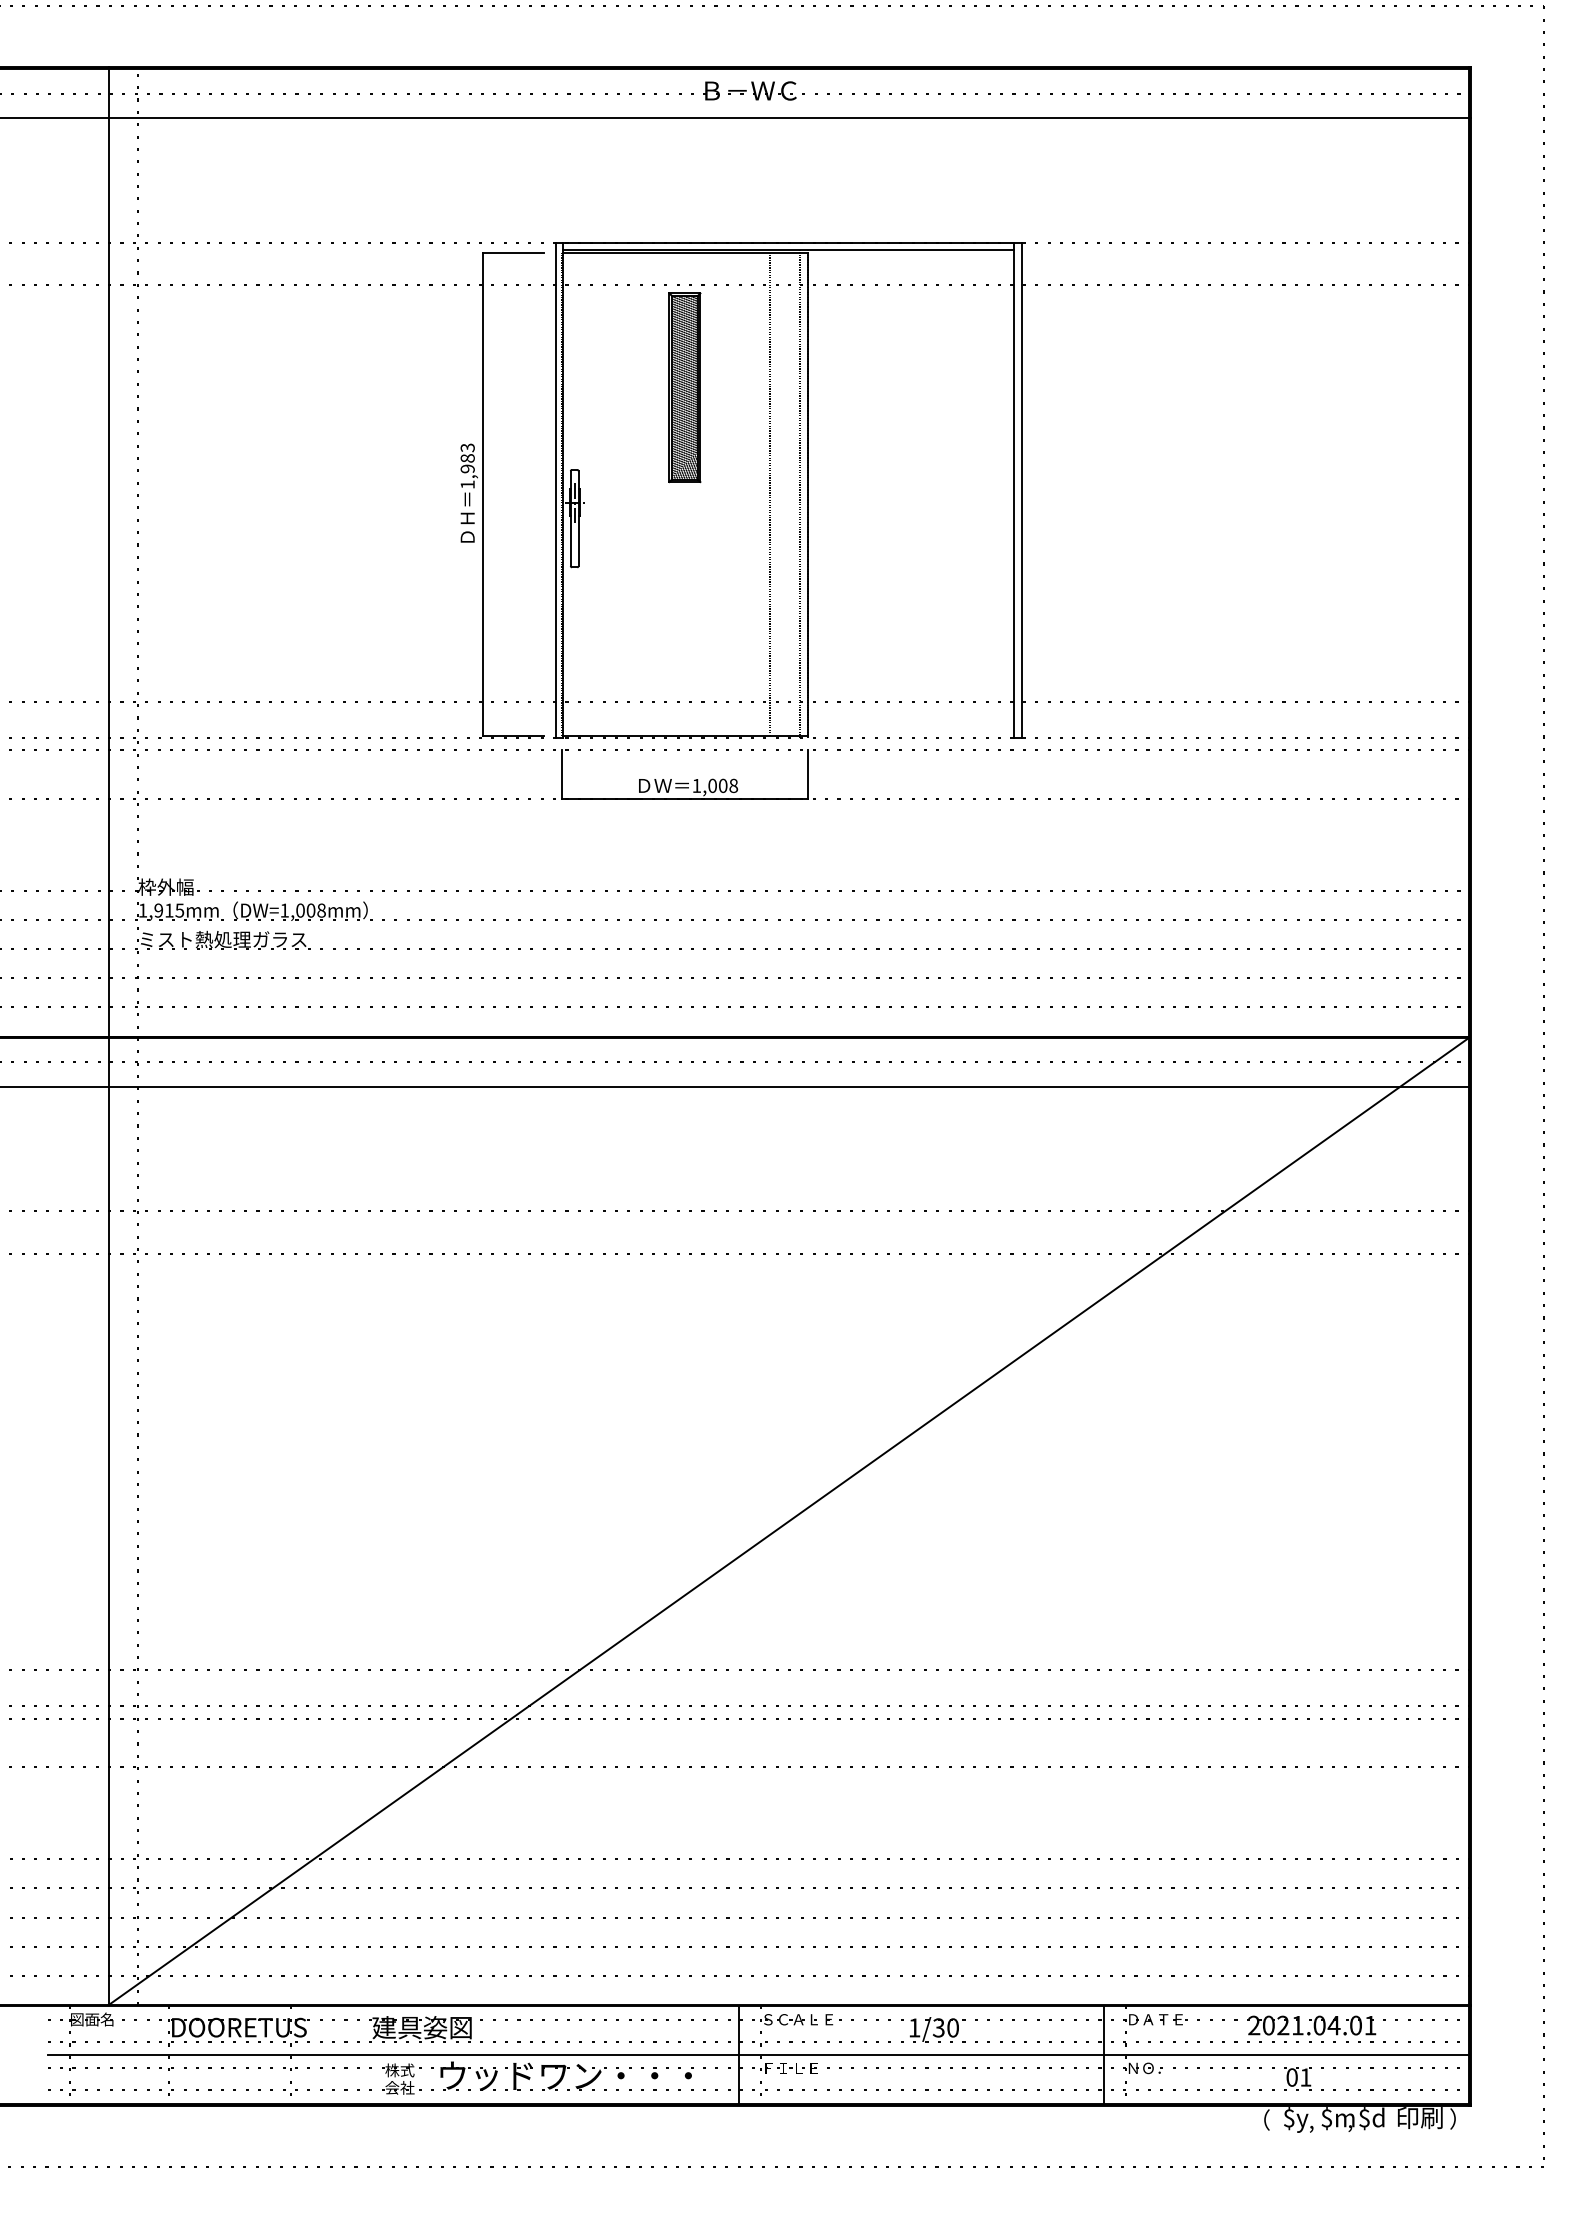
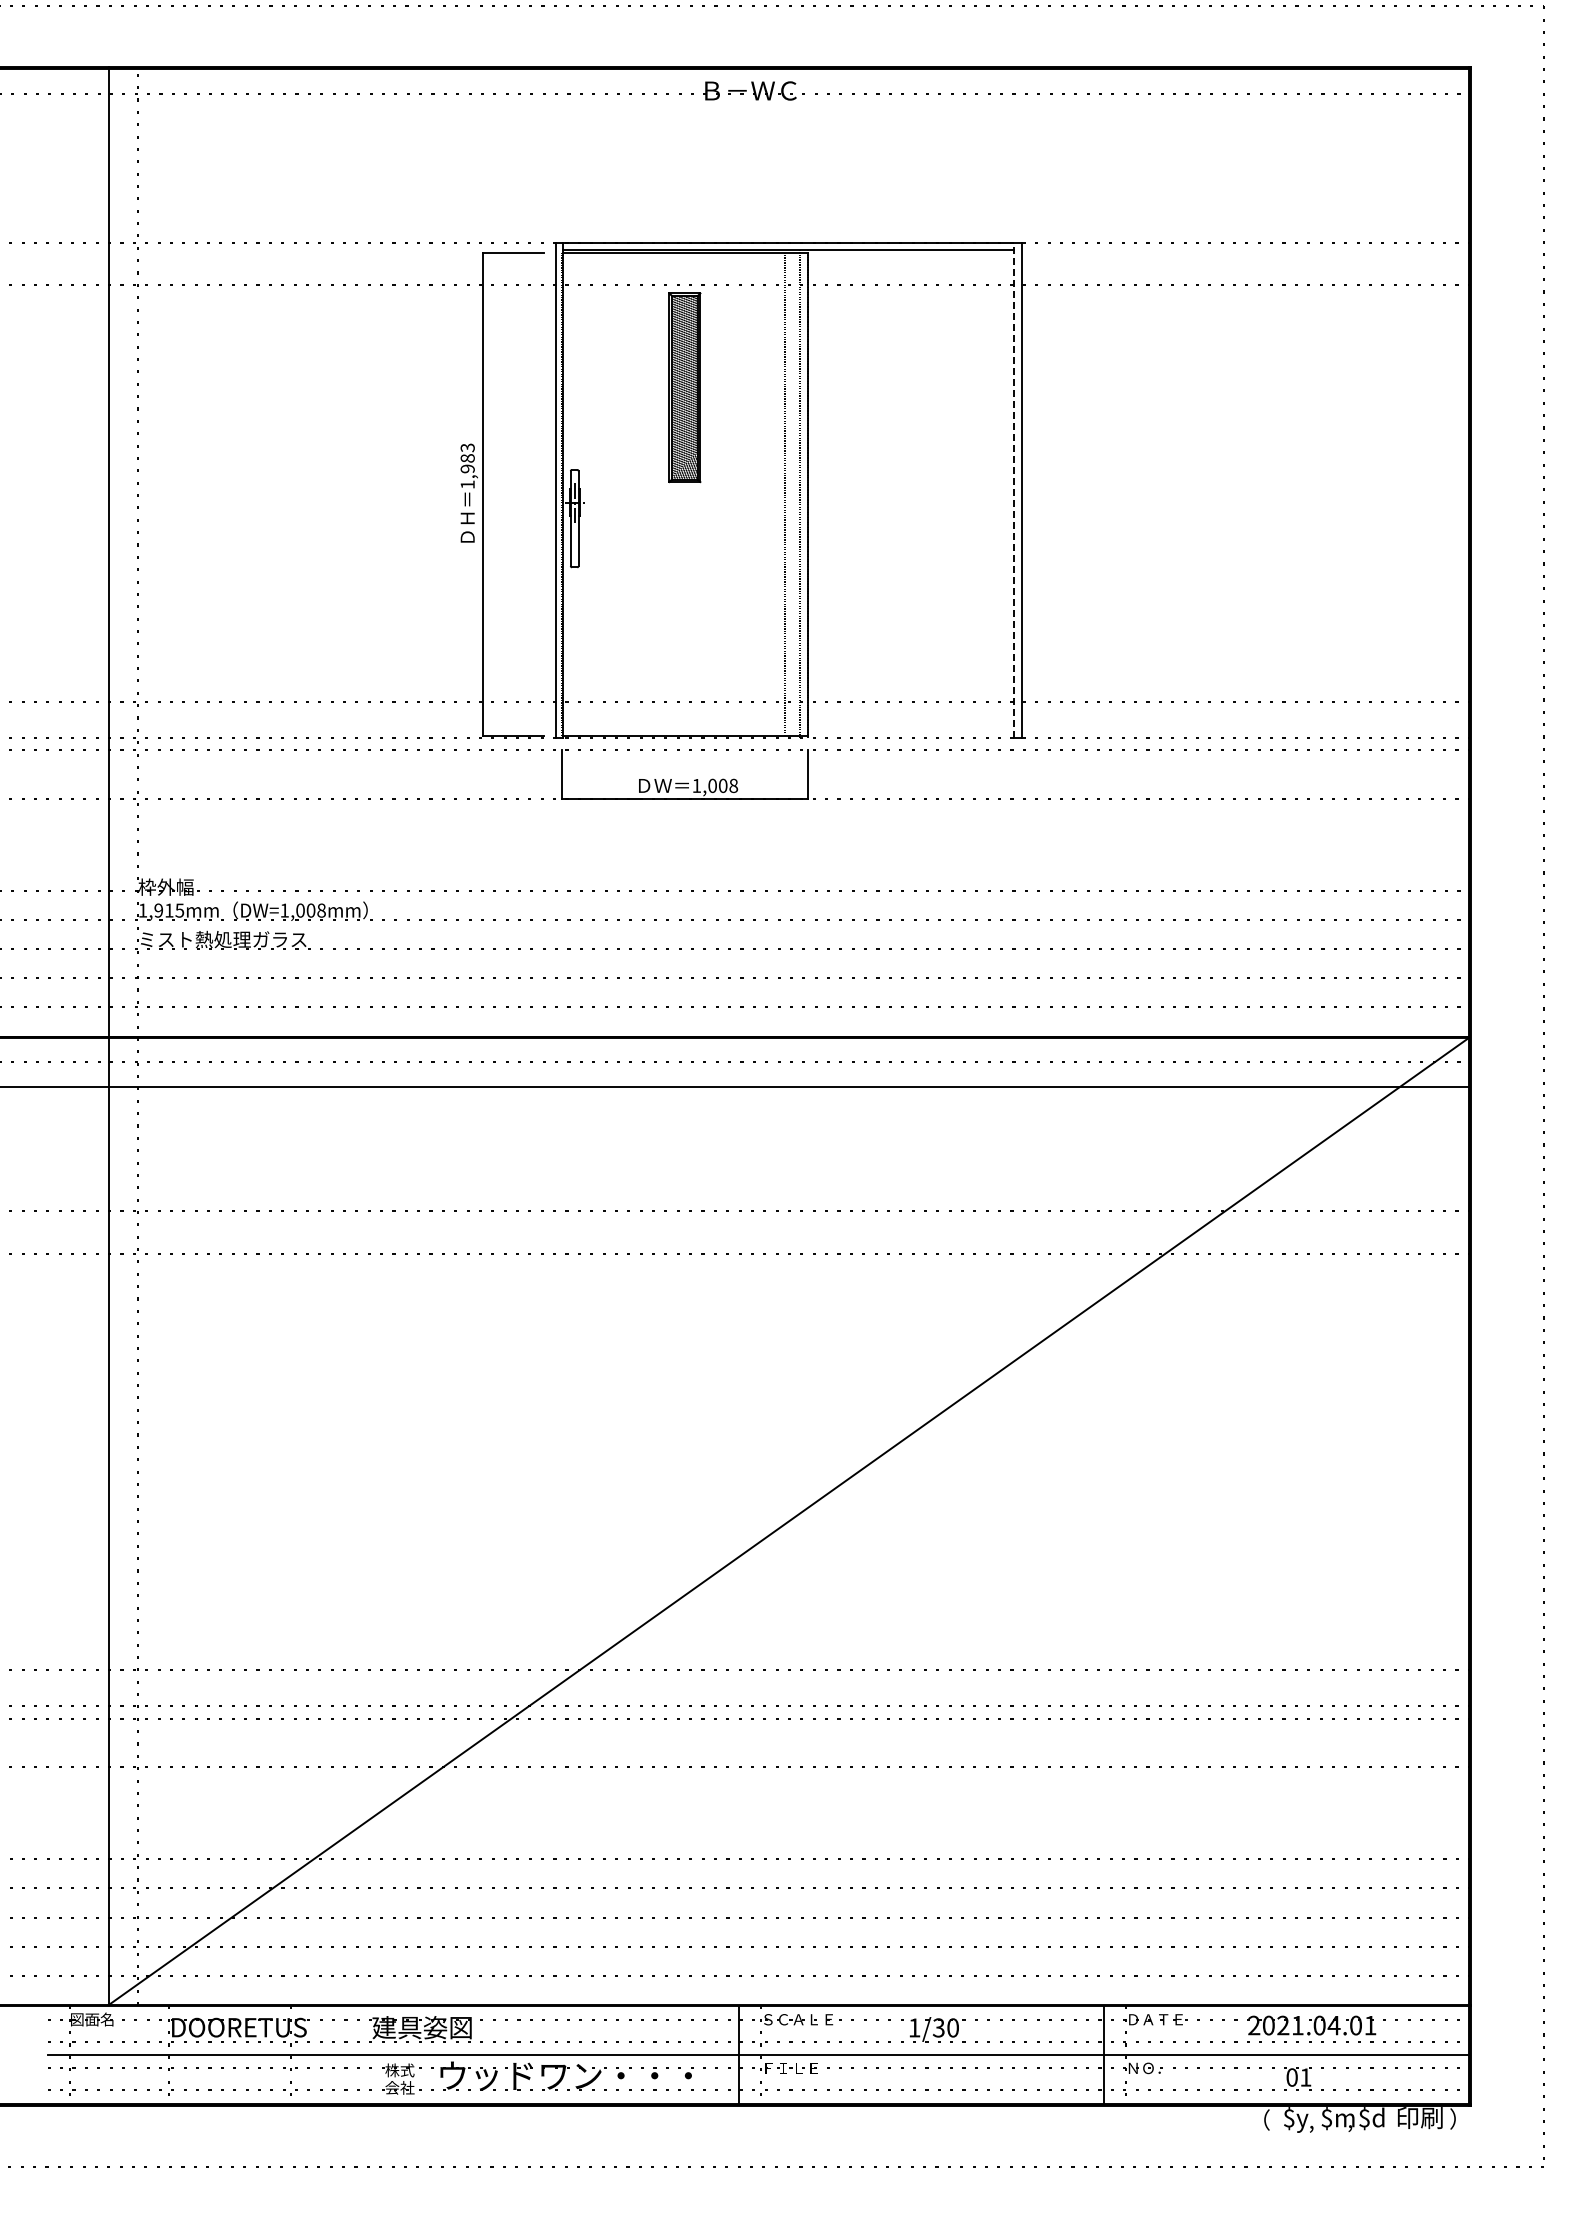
line at (736, 118): present -> none
line at (1014, 490): solid -> dashed
line at (769, 494) position: (769, 494) -> (784, 494)
